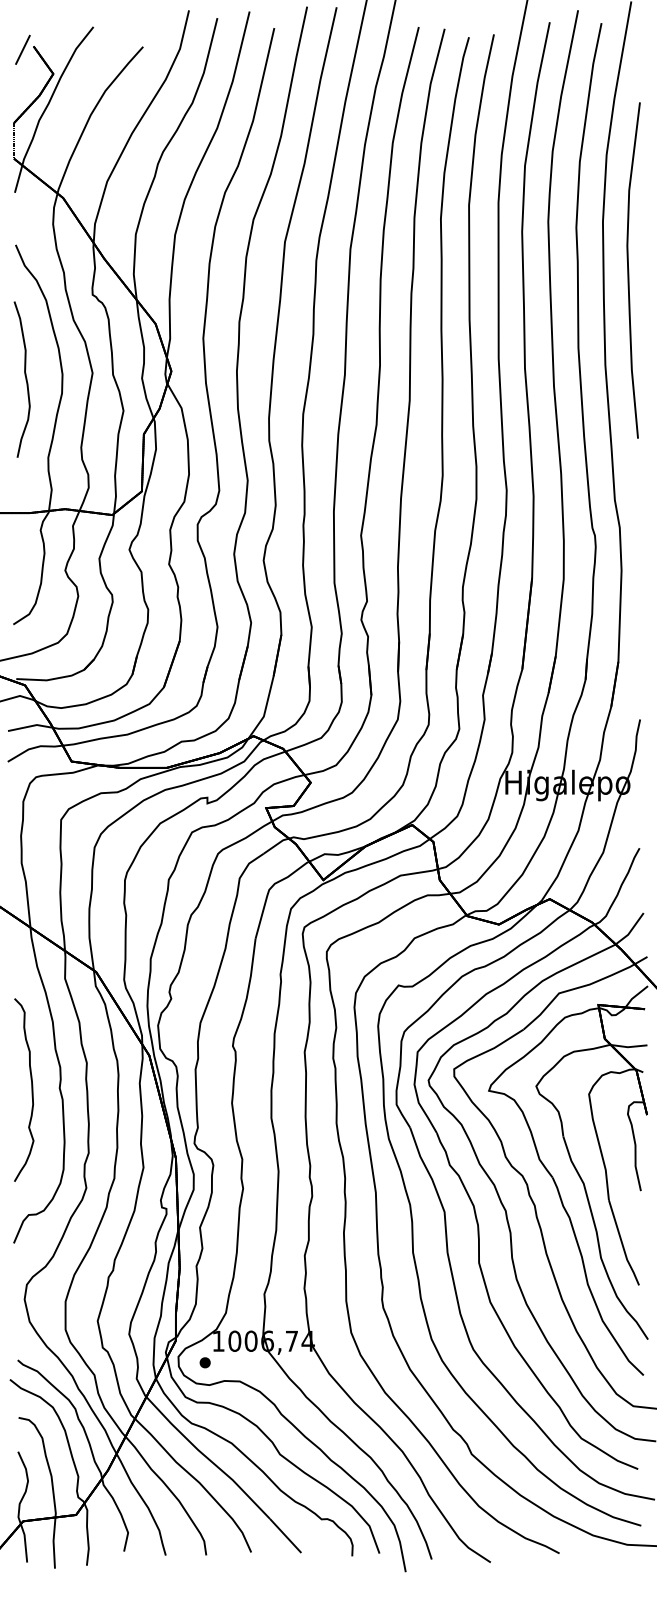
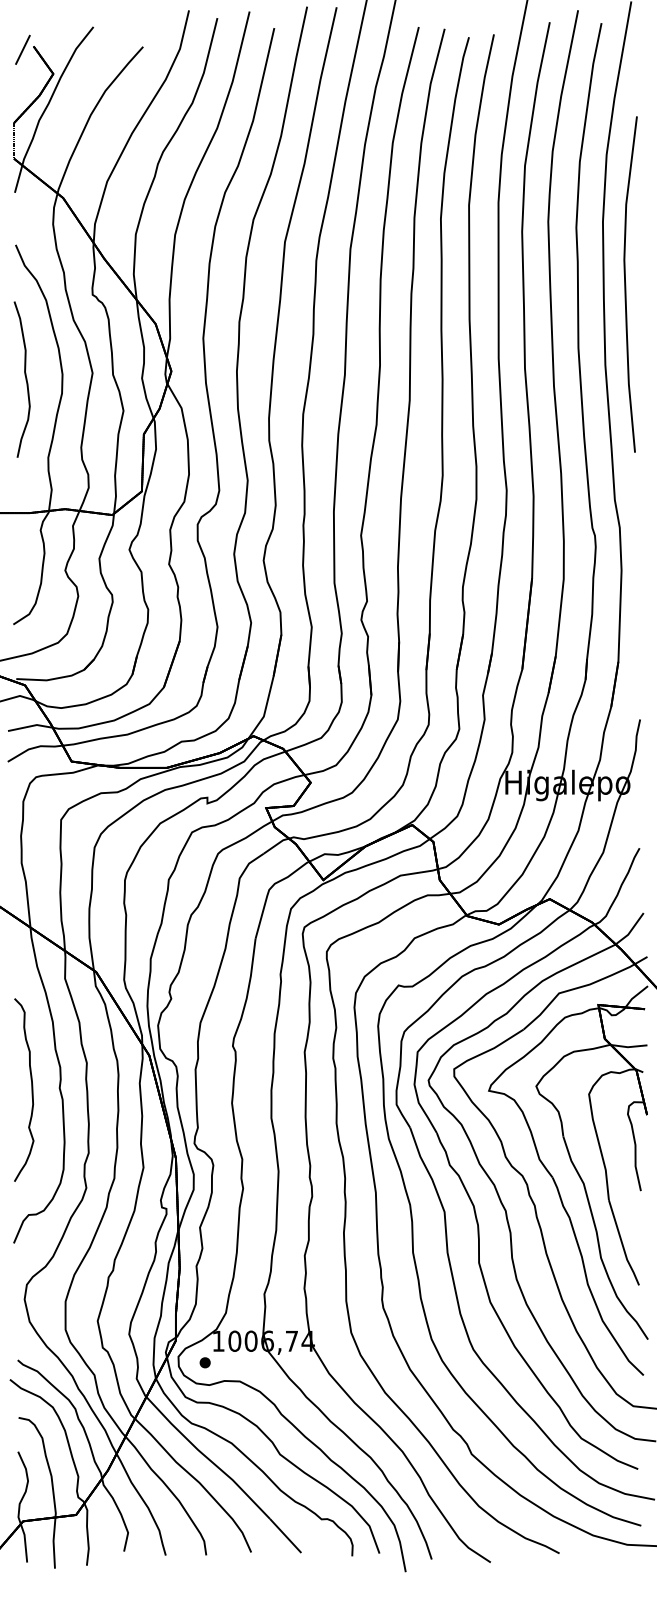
curve at (629, 270) position: (629, 270) -> (626, 284)
